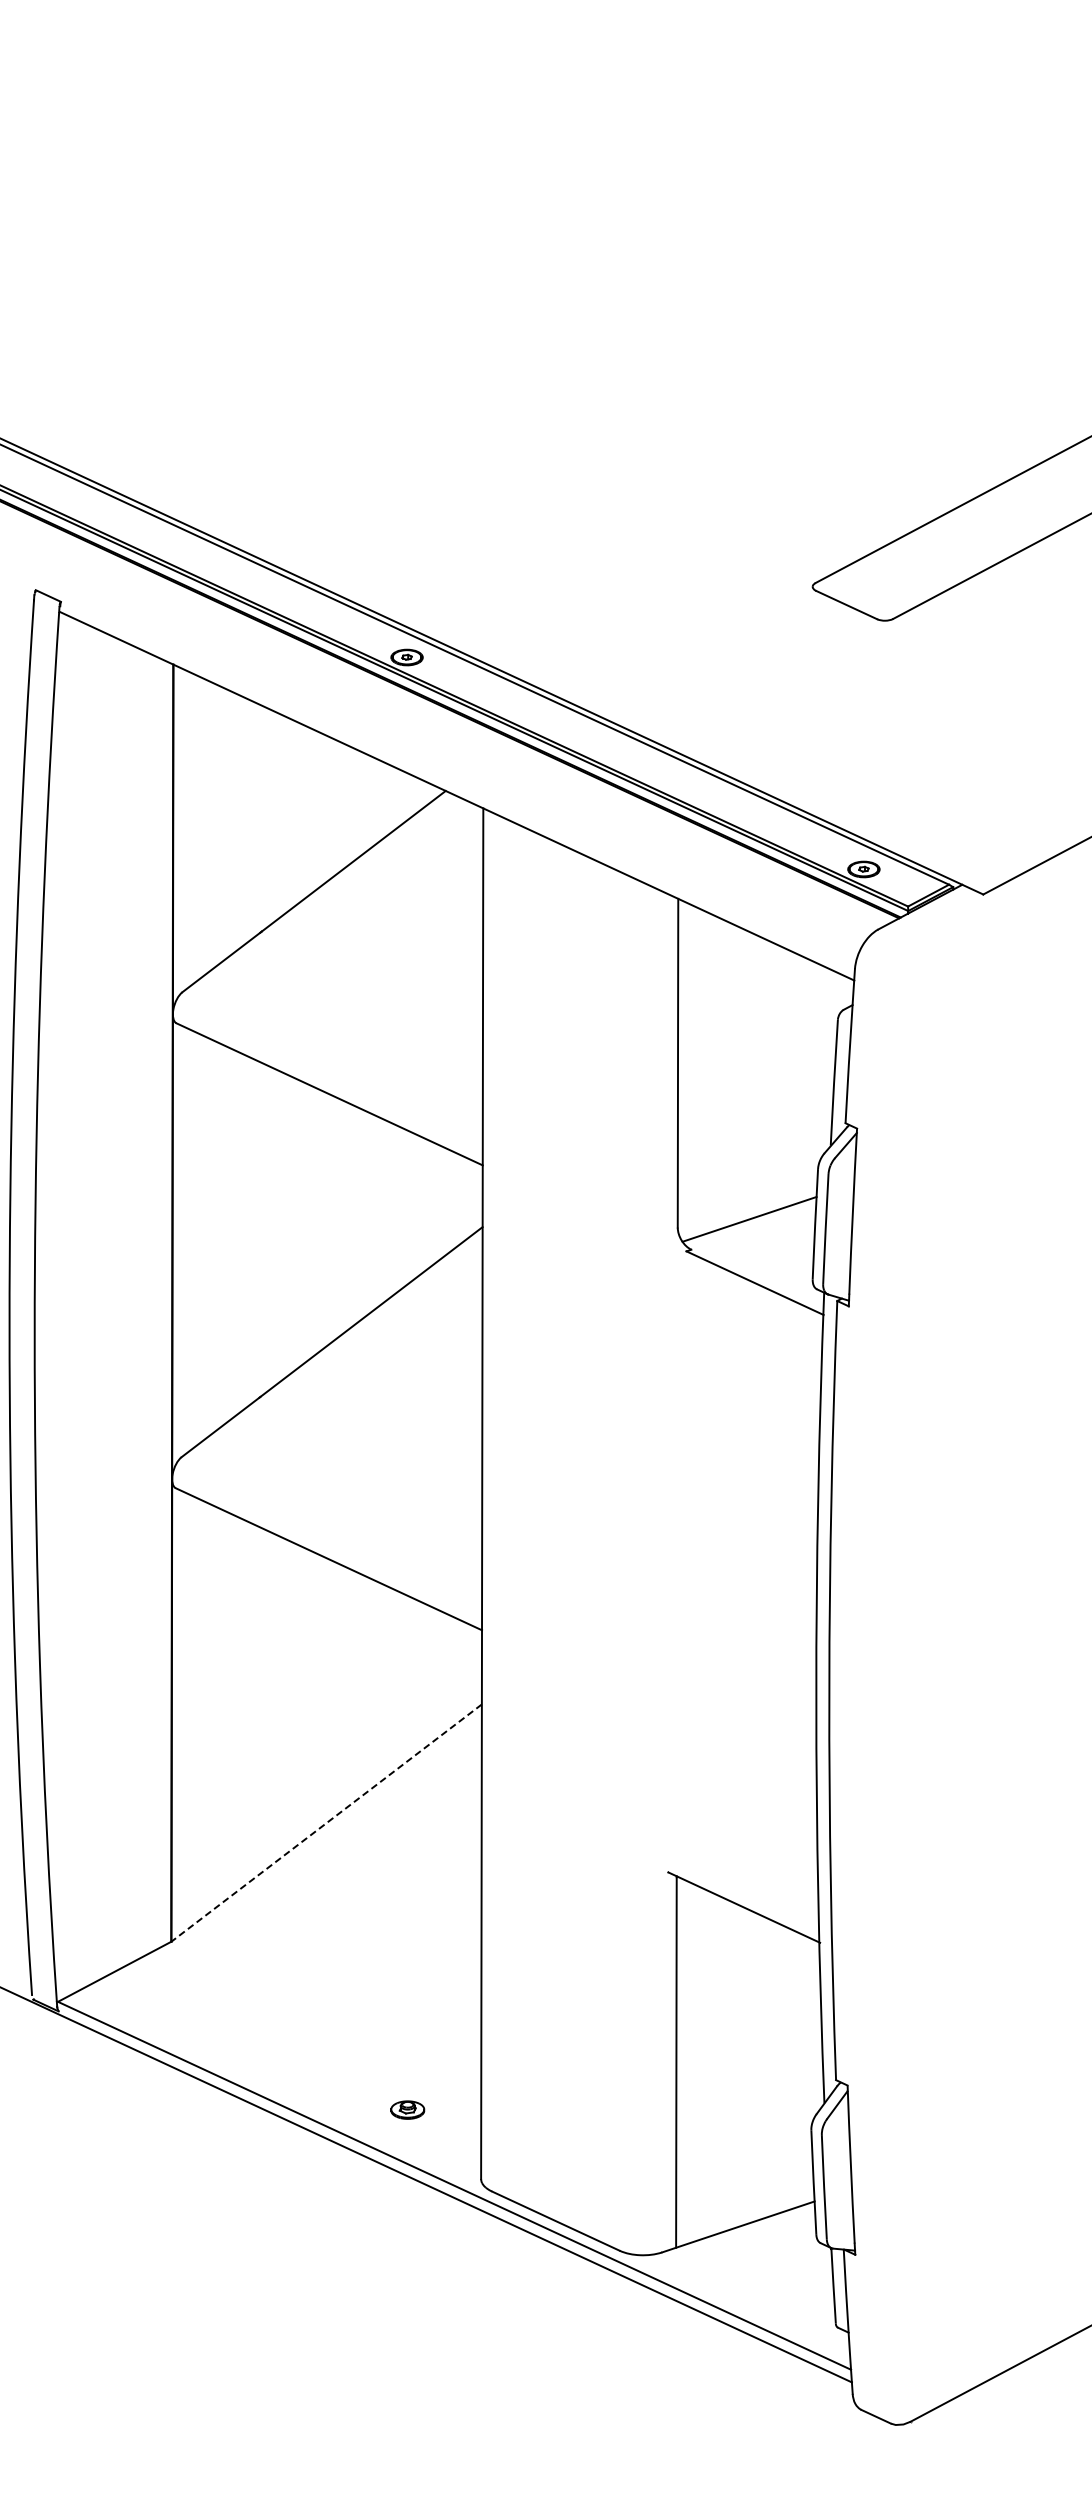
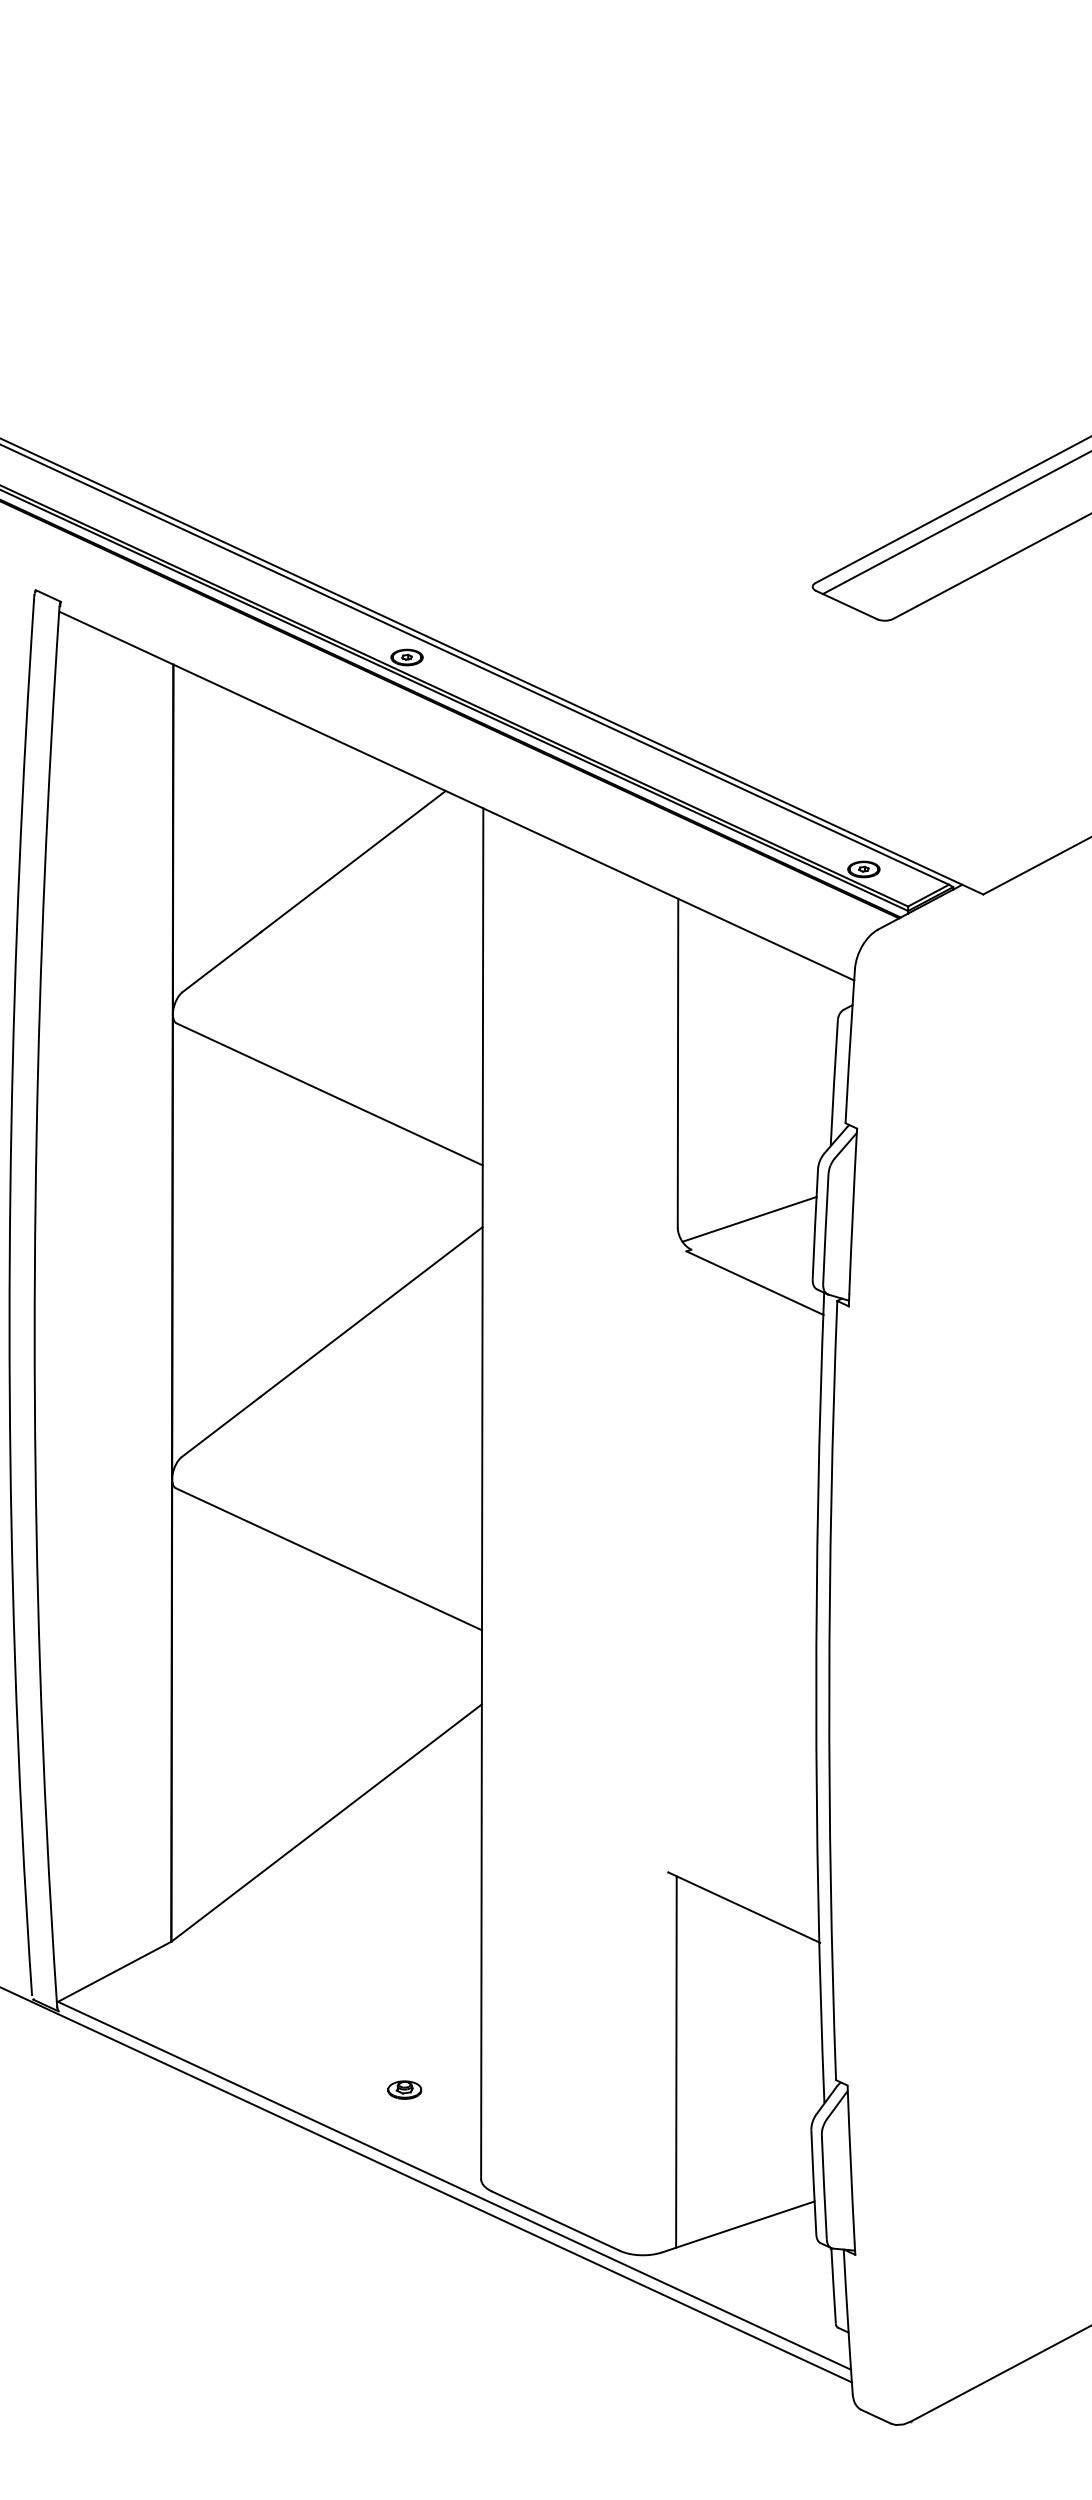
line at (955, 523): none -> present
line at (326, 1823): dashed -> solid
part at (407, 2109) position: (407, 2109) -> (404, 2089)
